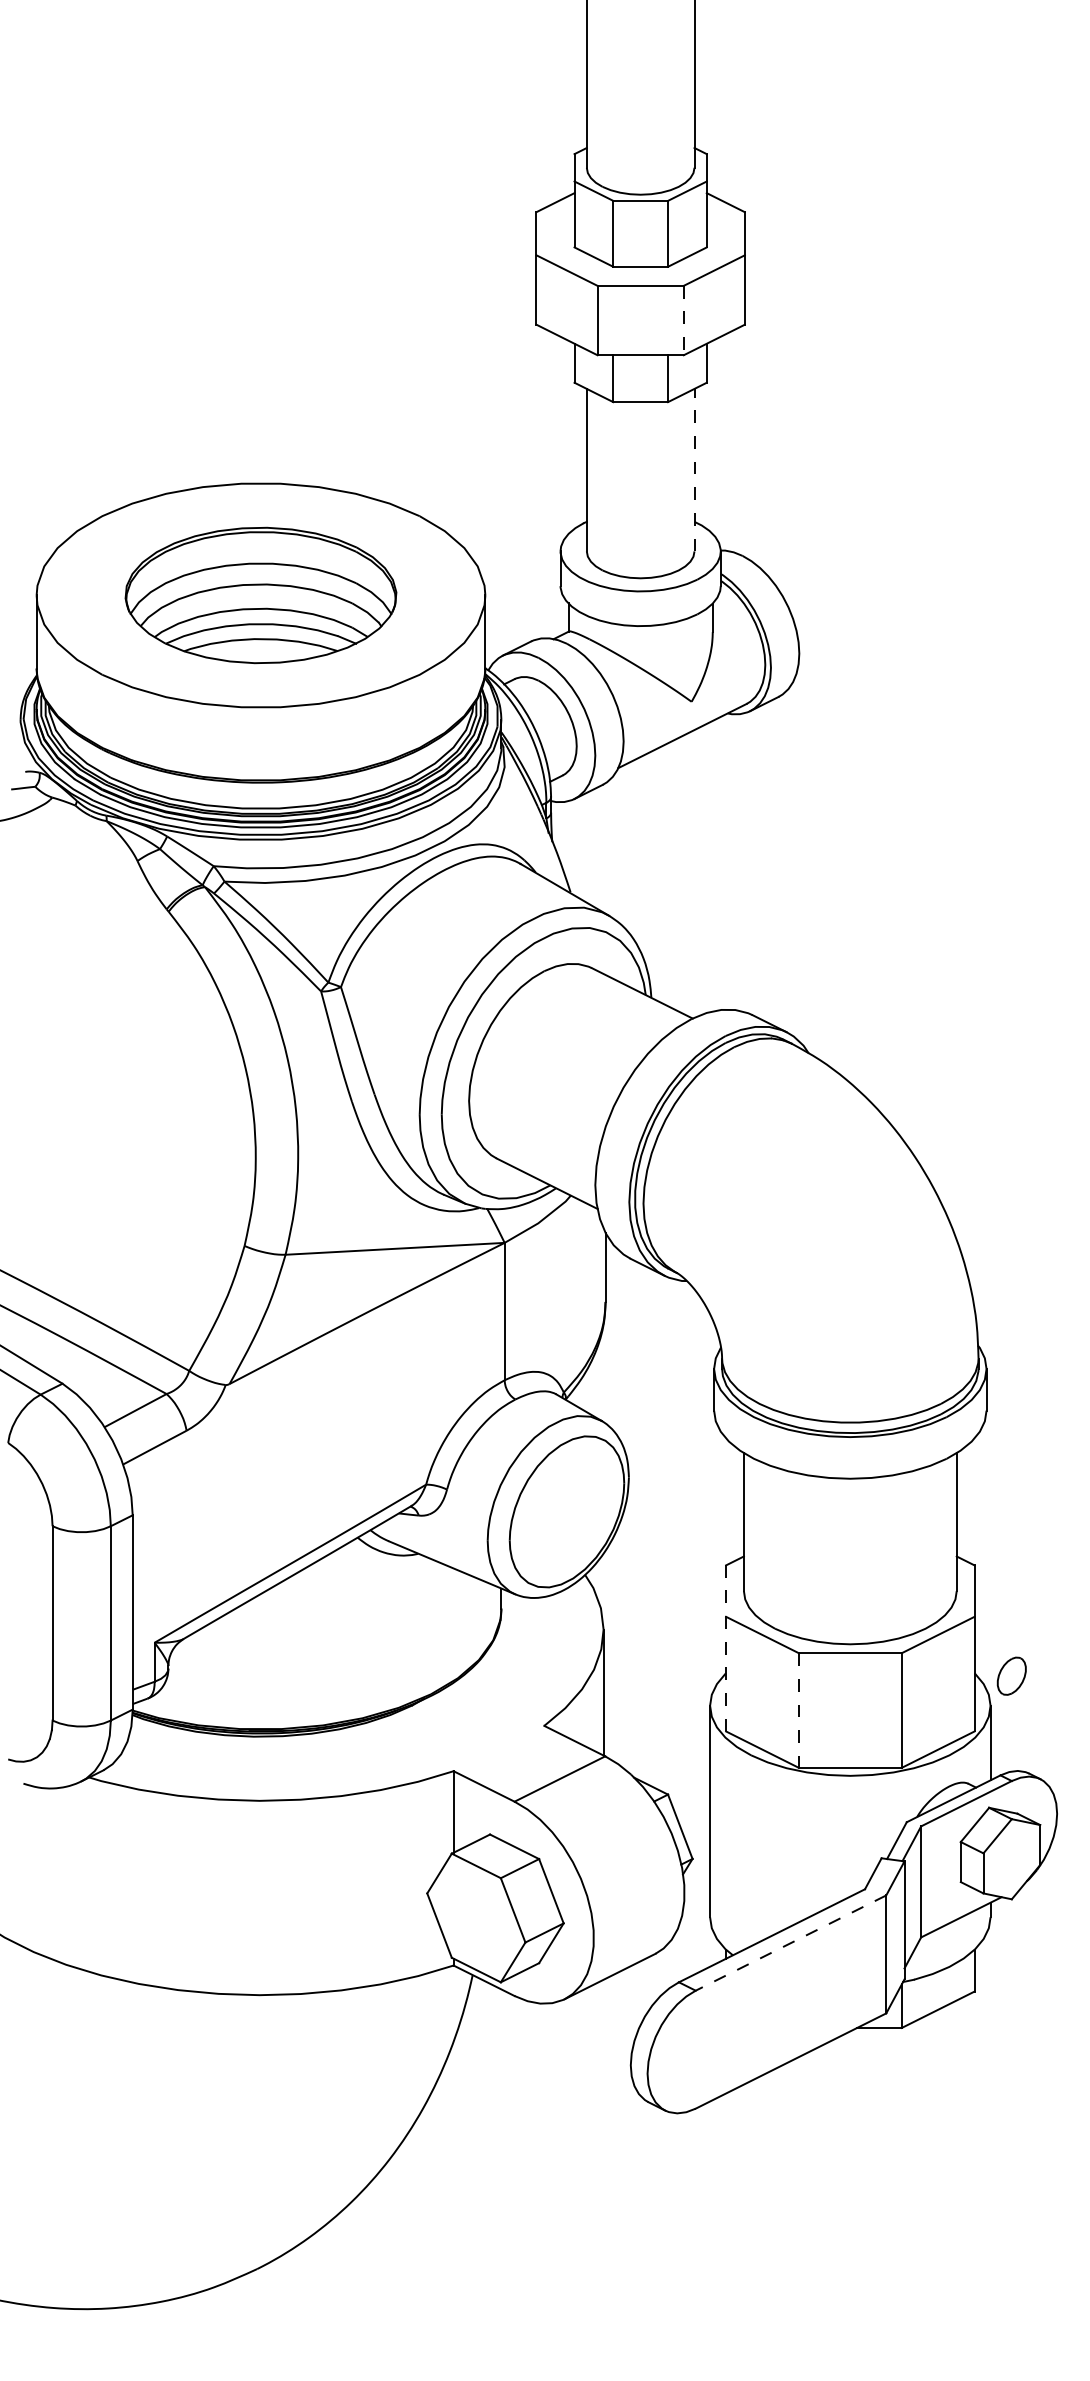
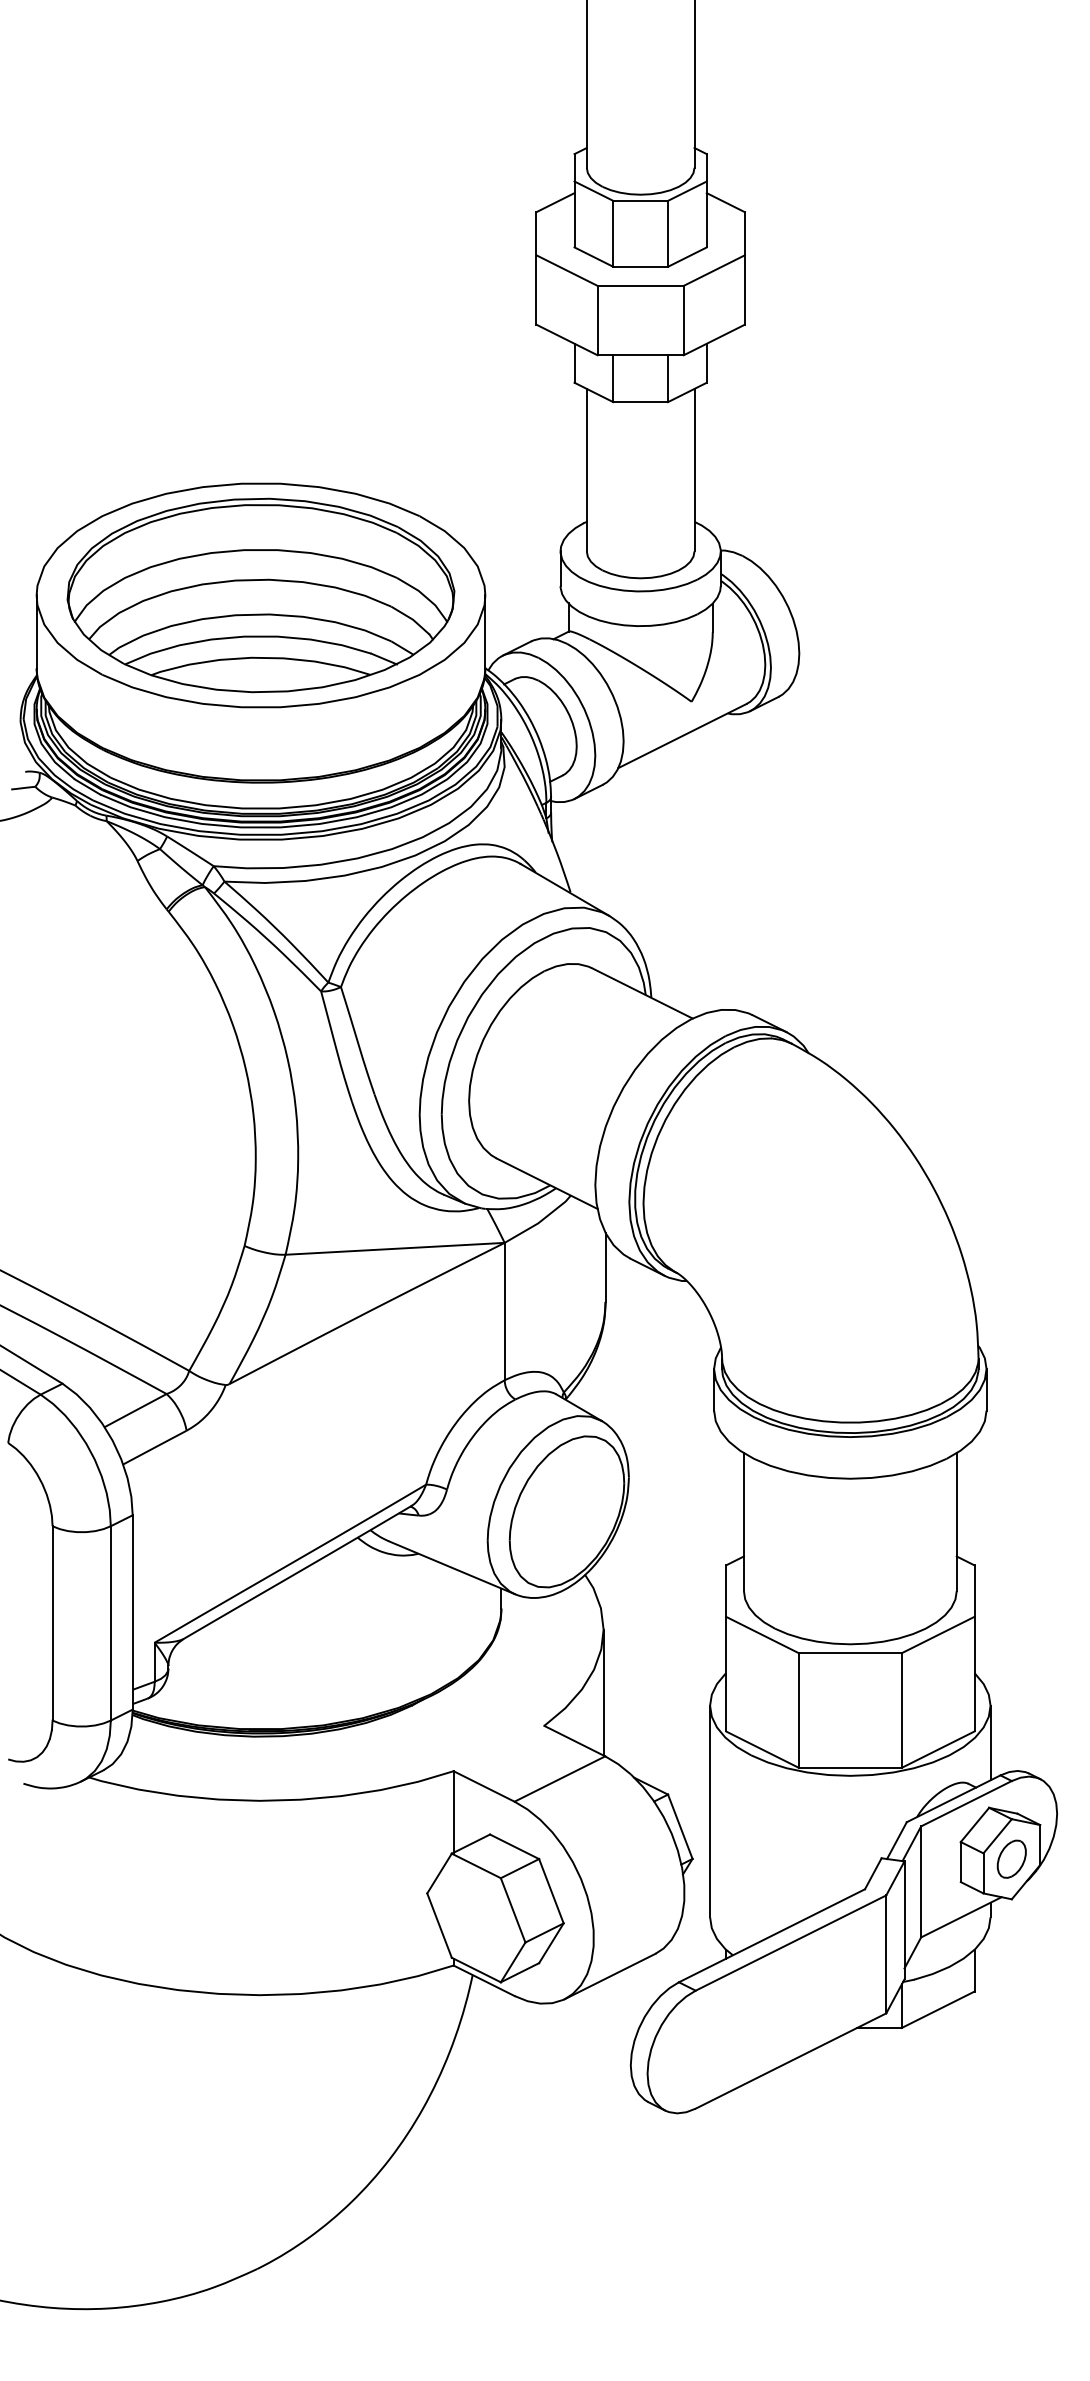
line at (683, 320): dashed -> solid
line at (694, 469): dashed -> solid
part at (260, 595) size: 274x139 px -> 390x197 px
line at (726, 1647): dashed -> solid
part at (1011, 1675) position: (1011, 1675) -> (1011, 1858)
line at (798, 1711): dashed -> solid
line at (791, 1943): dashed -> solid
